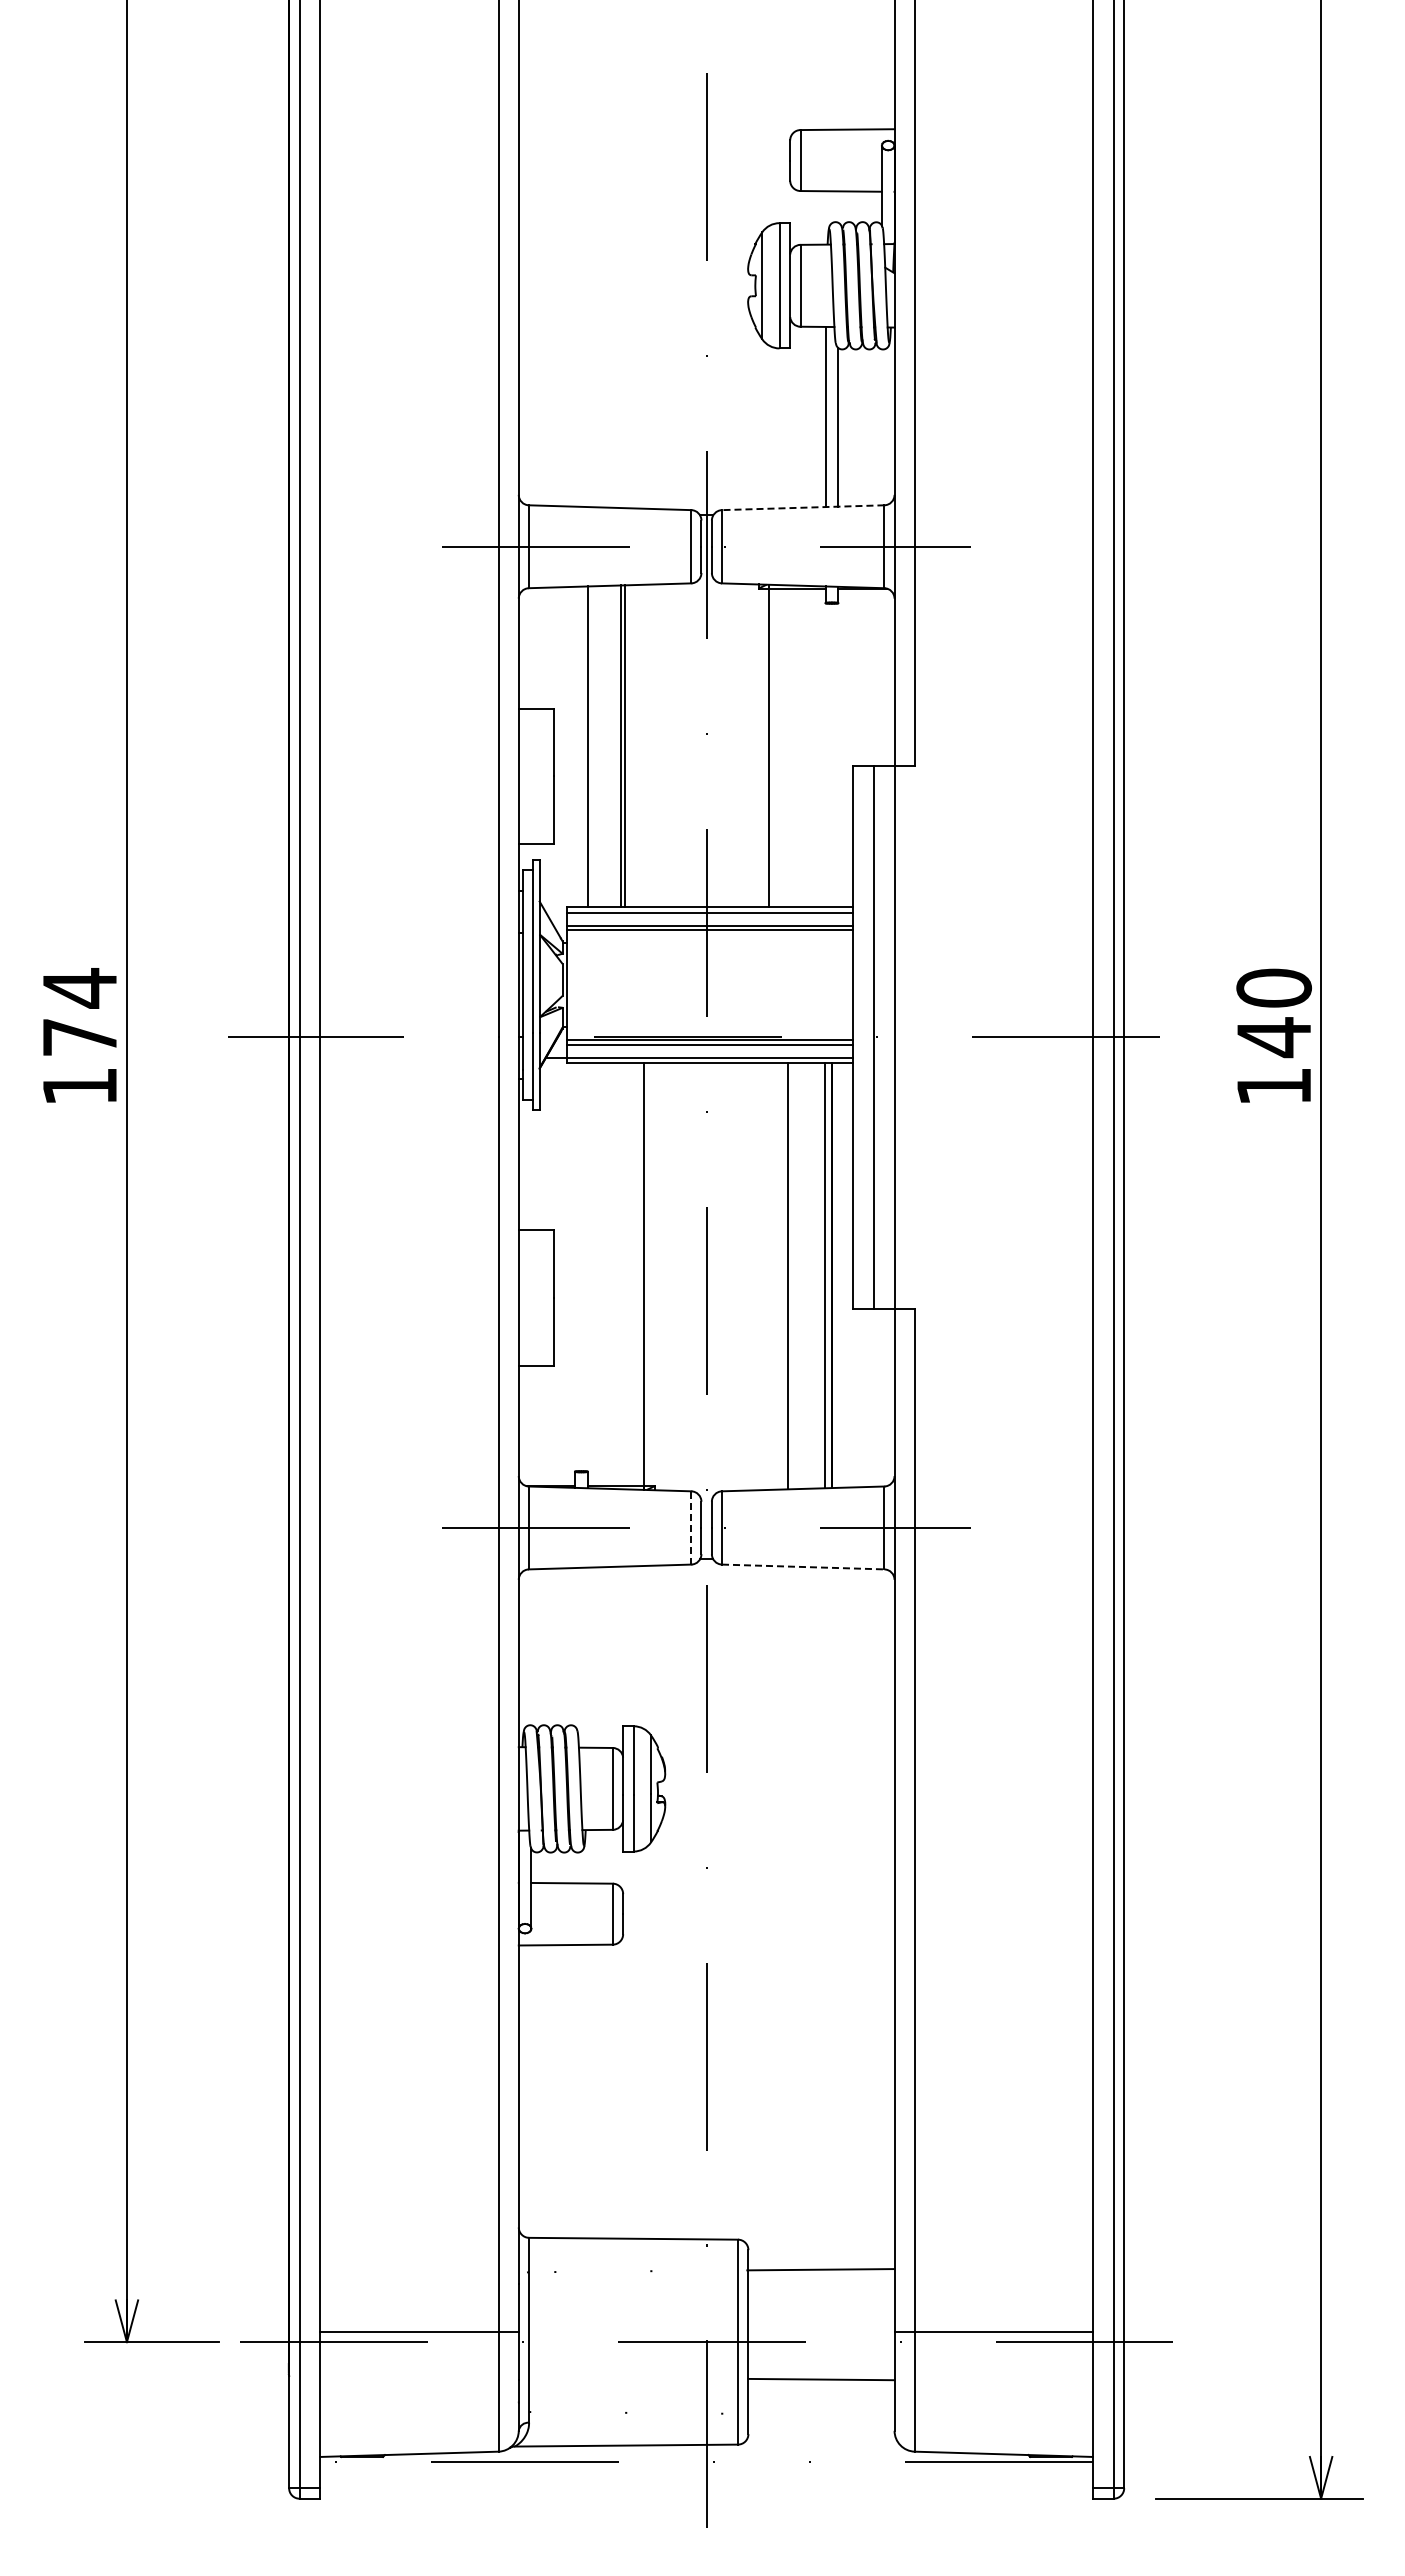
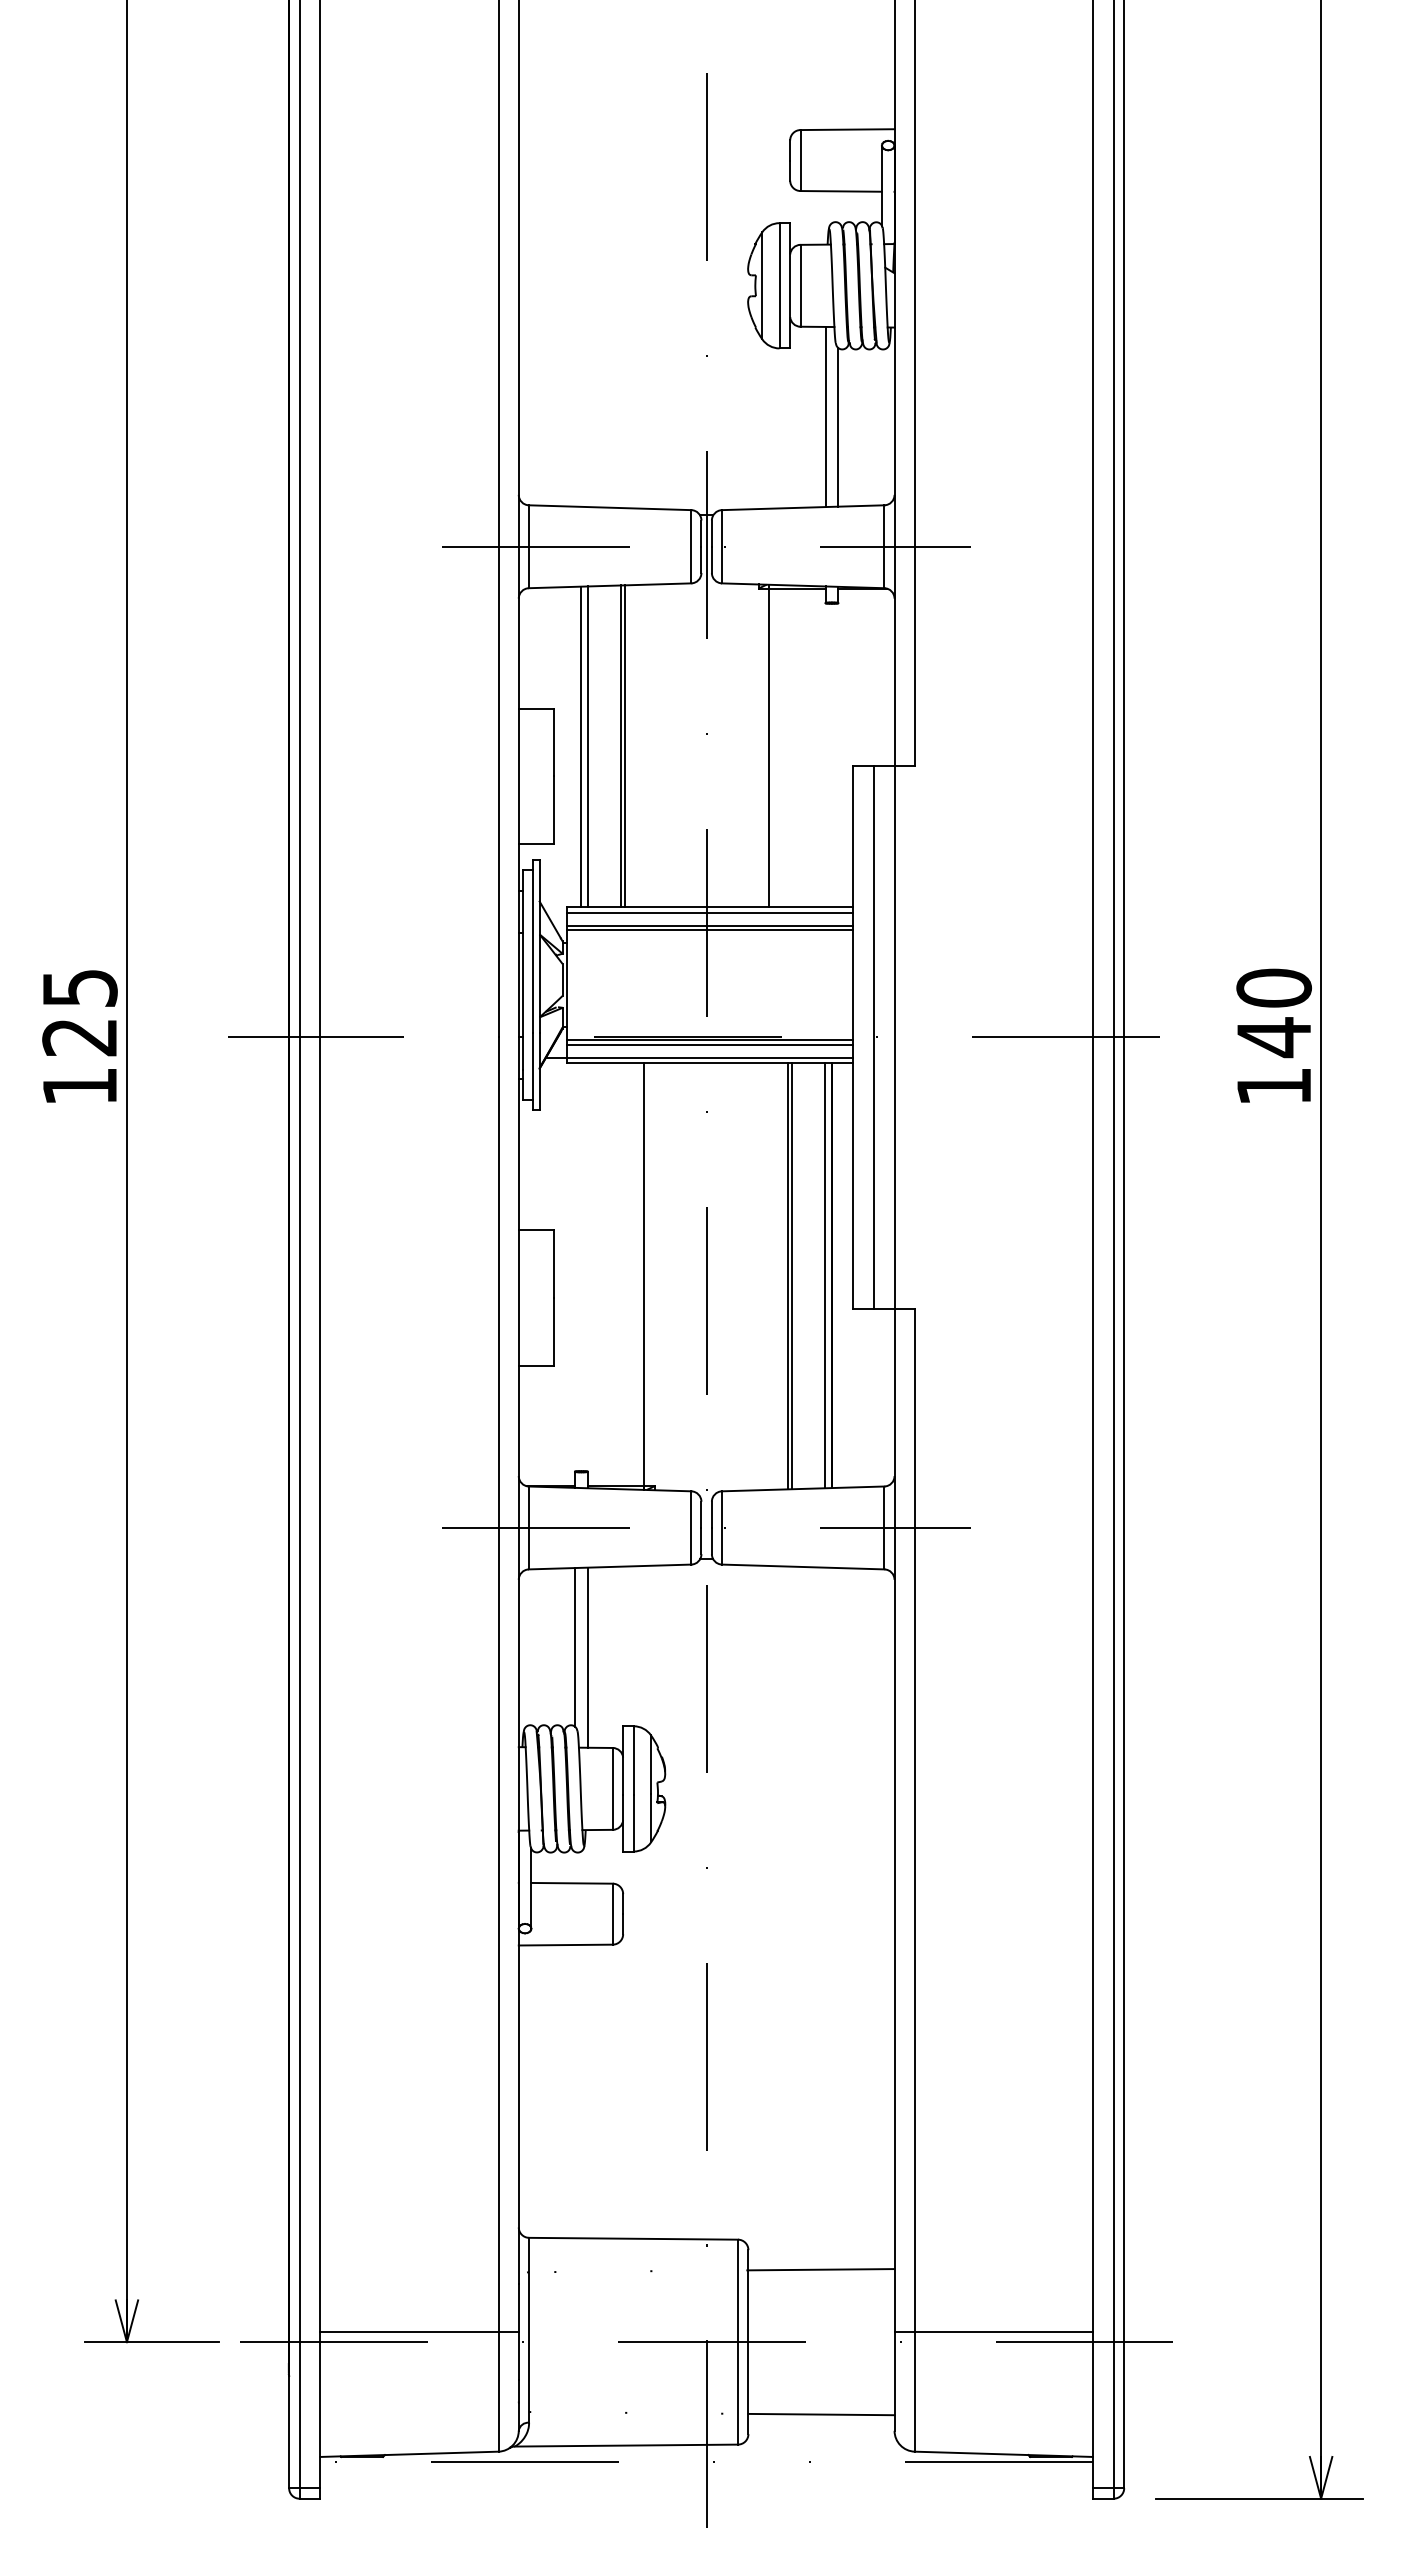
line at (802, 507): dashed -> solid
line at (581, 746): none -> present
text at (79, 1012): 174 -> 125
line at (792, 1276): none -> present
line at (691, 1527): dashed -> solid
line at (803, 1567): dashed -> solid
line at (575, 1647): none -> present
line at (587, 1657): none -> present
line at (821, 2379) position: (821, 2379) -> (821, 2414)
